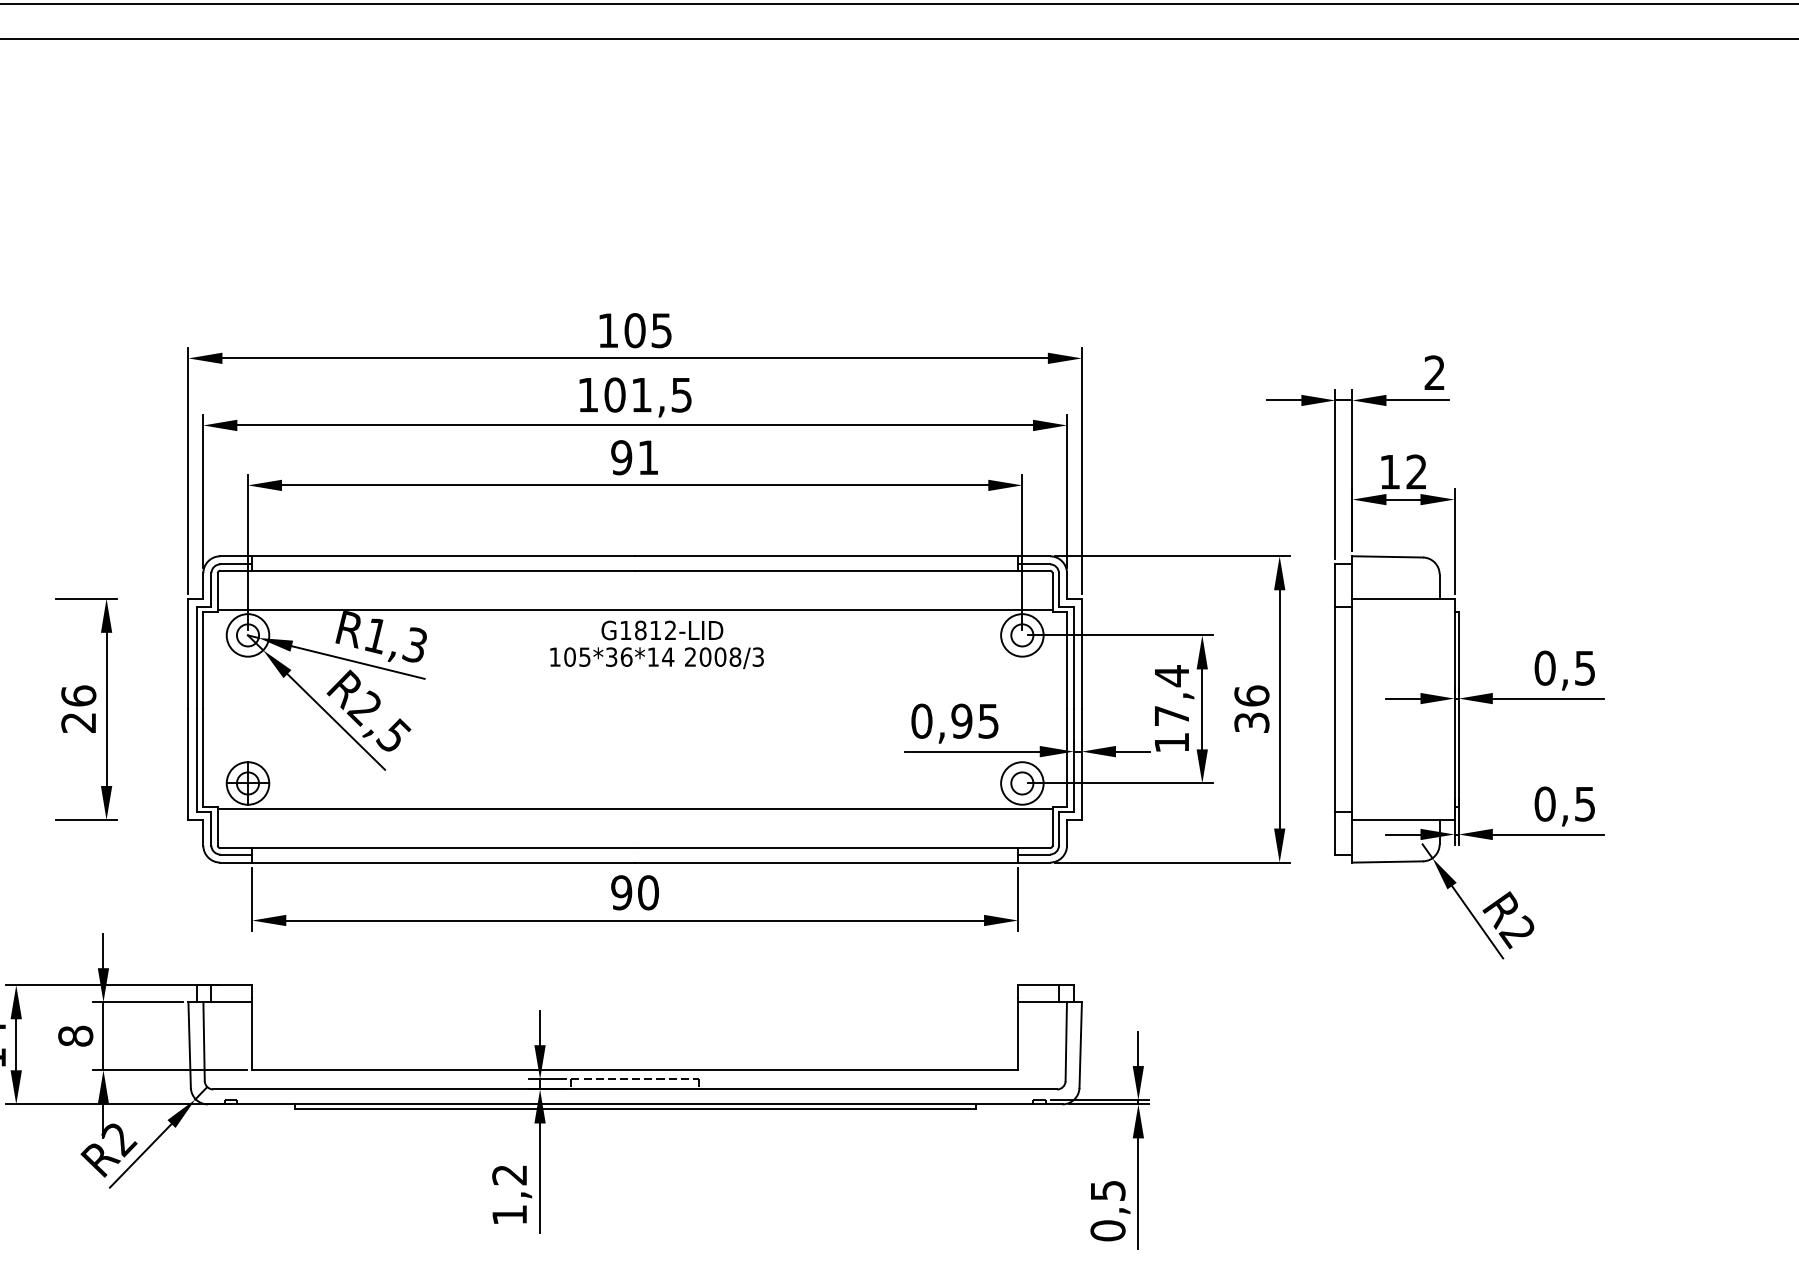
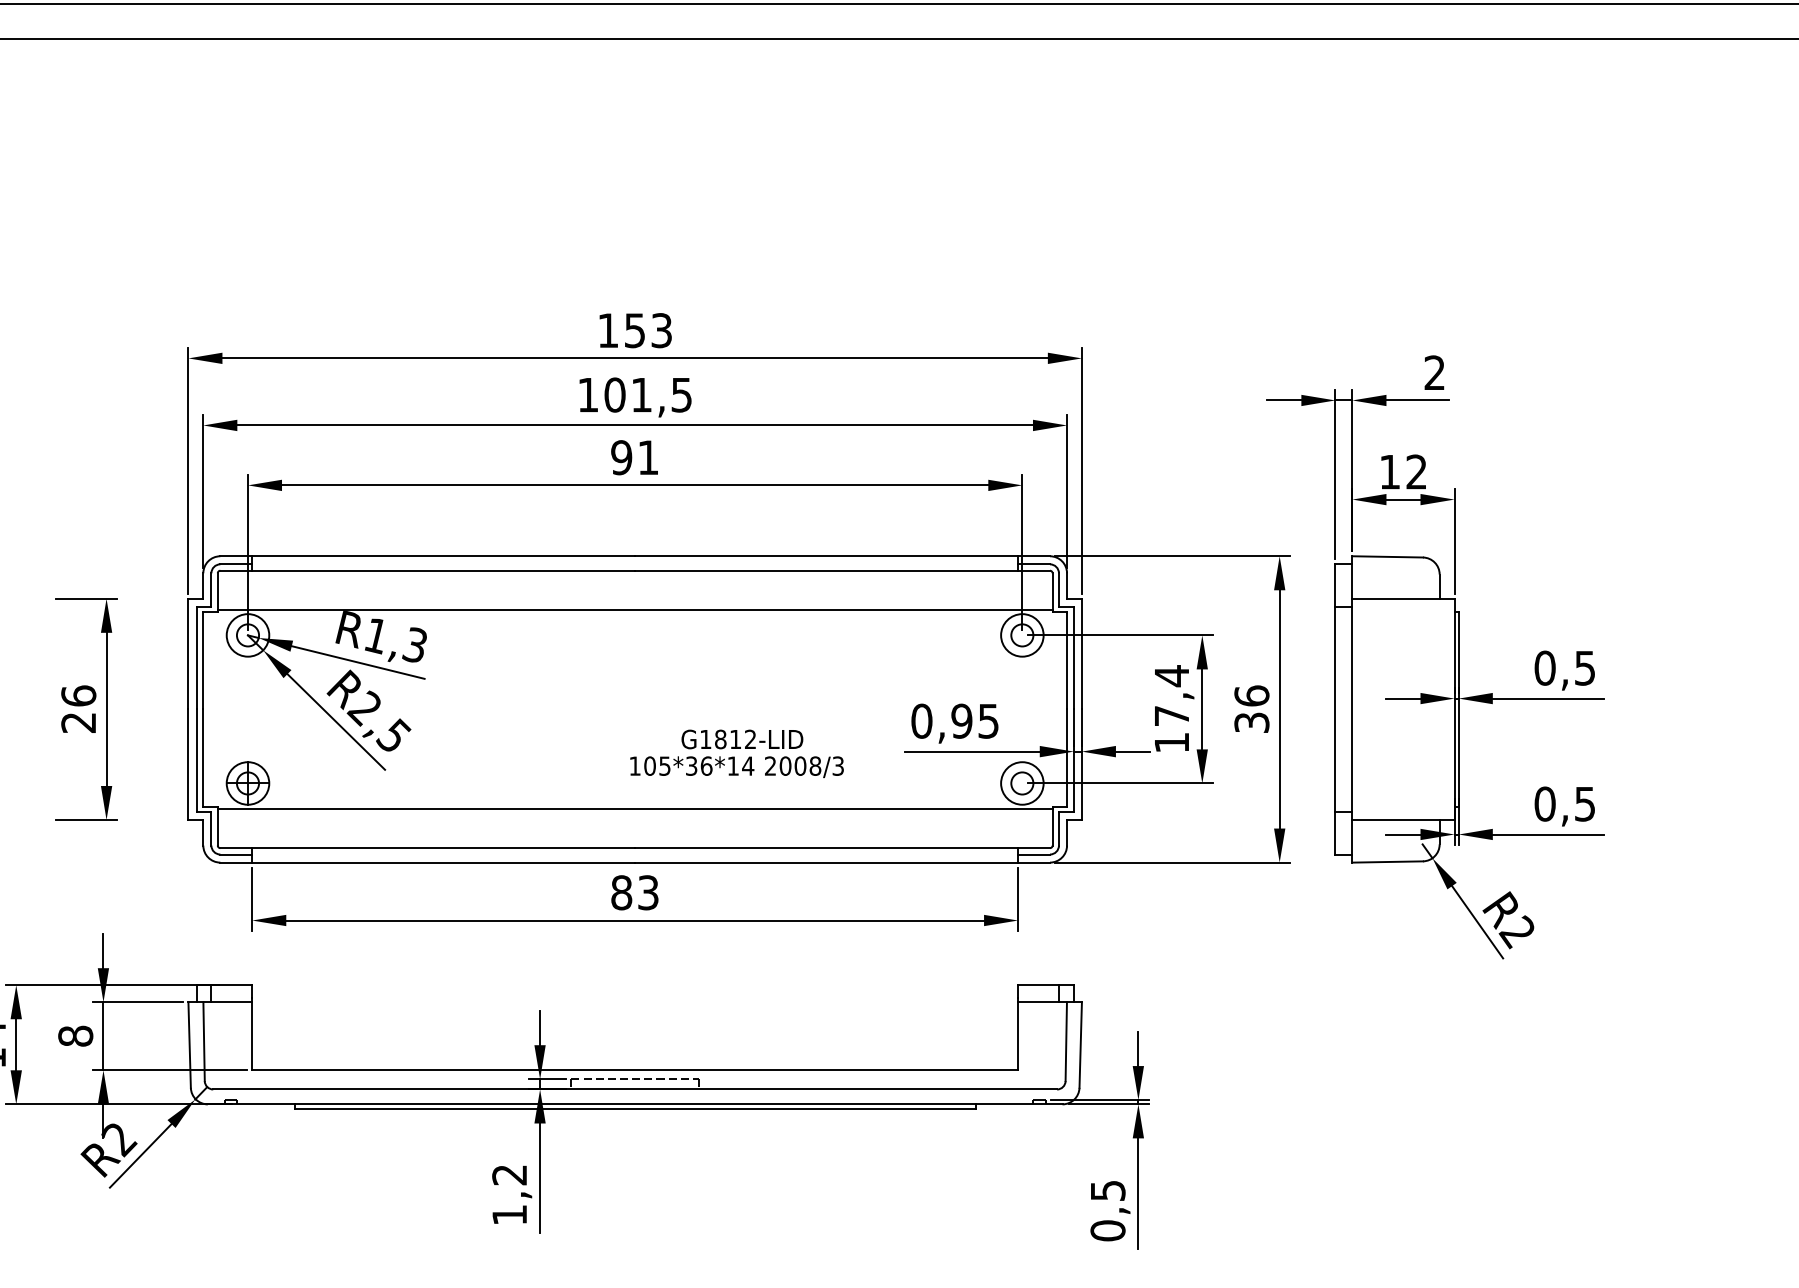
text at (647, 330): 105 -> 153
text at (656, 644) position: (656, 644) -> (736, 753)
text at (634, 892): 90 -> 83
